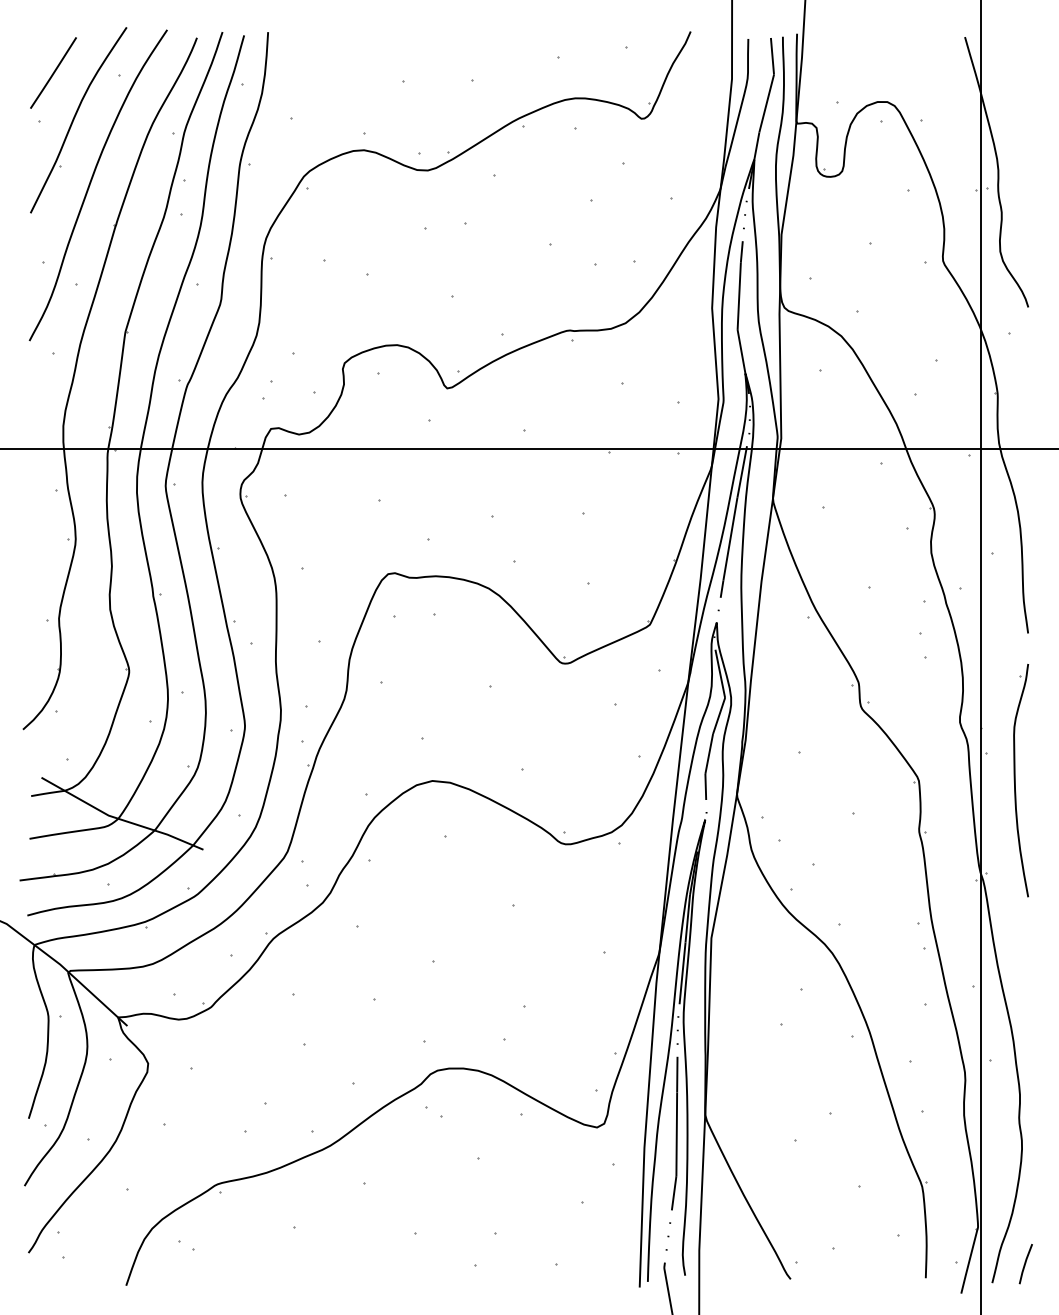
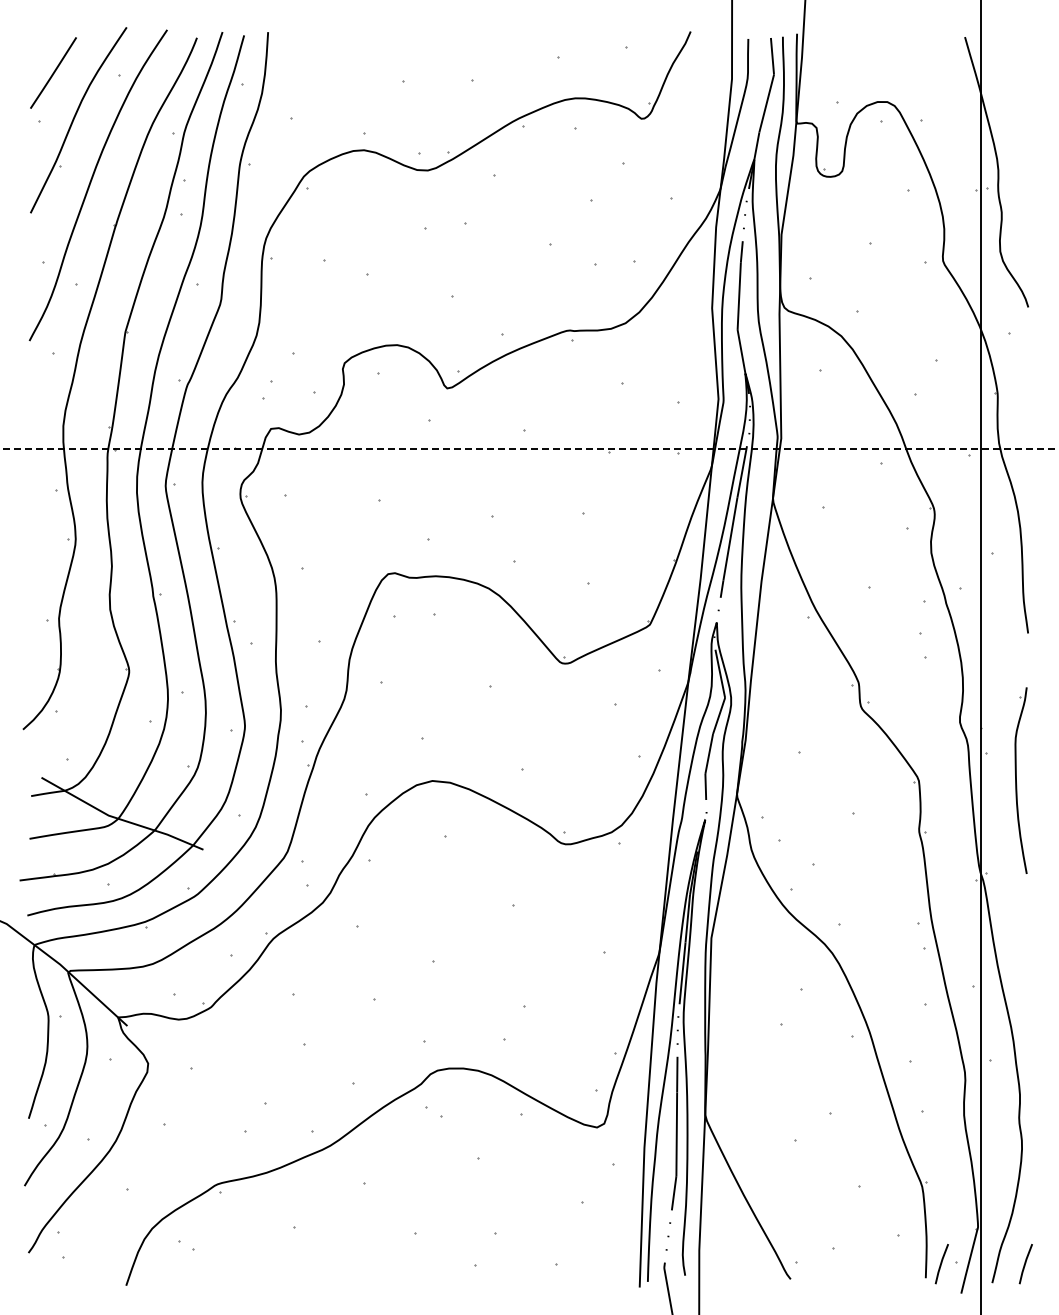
line at (528, 448): solid -> dashed
part at (1020, 780) size: 16x234 px -> 14x187 px
line at (941, 1264): none -> present
